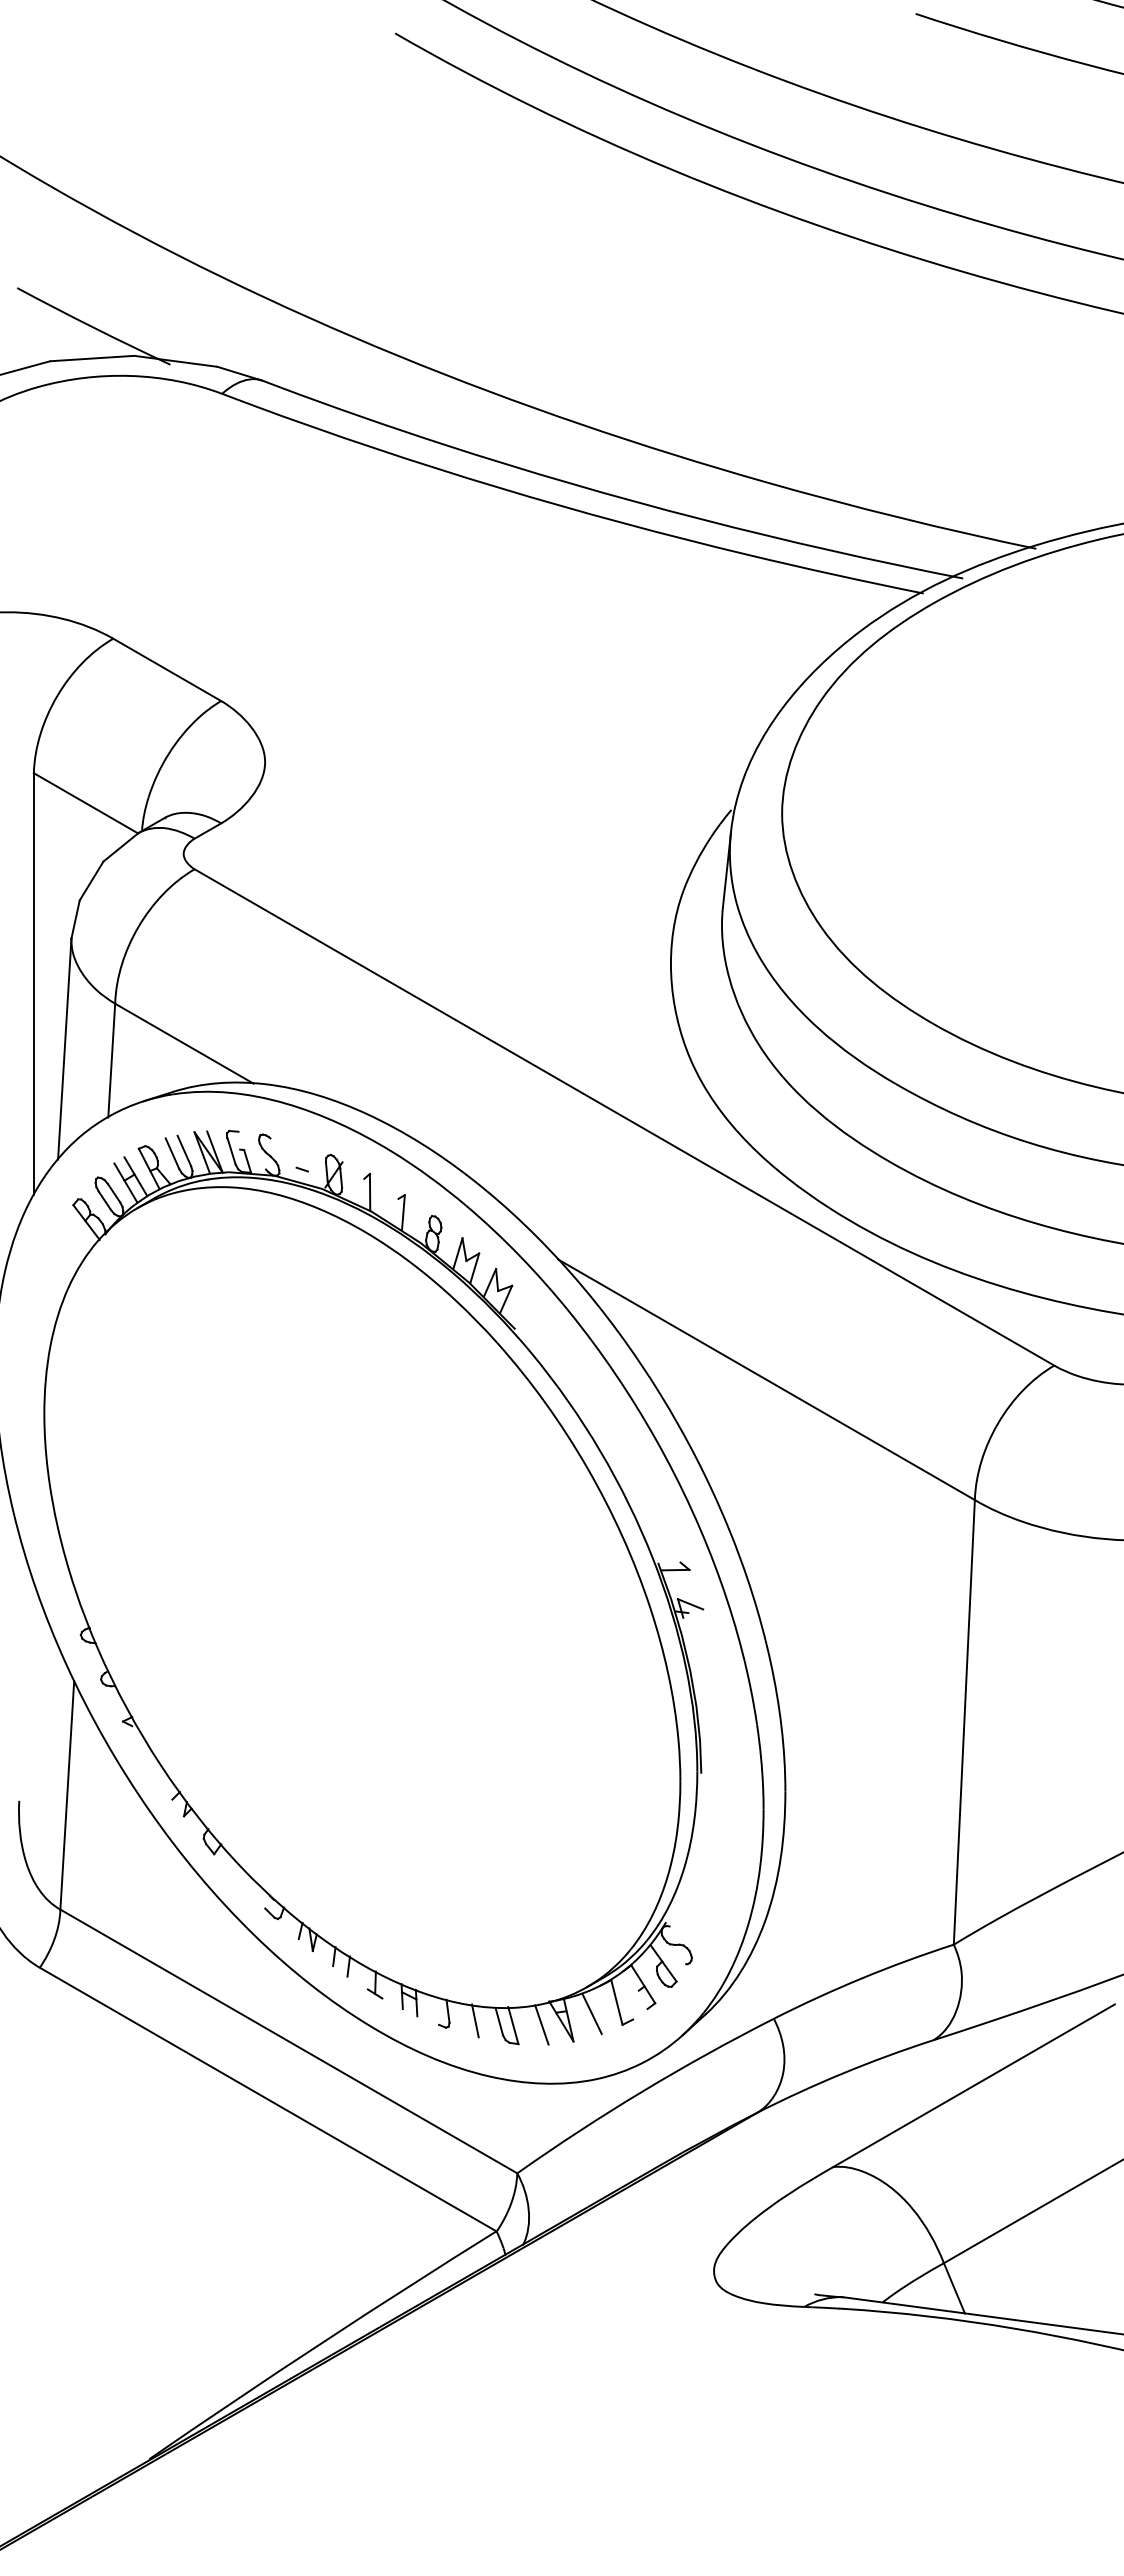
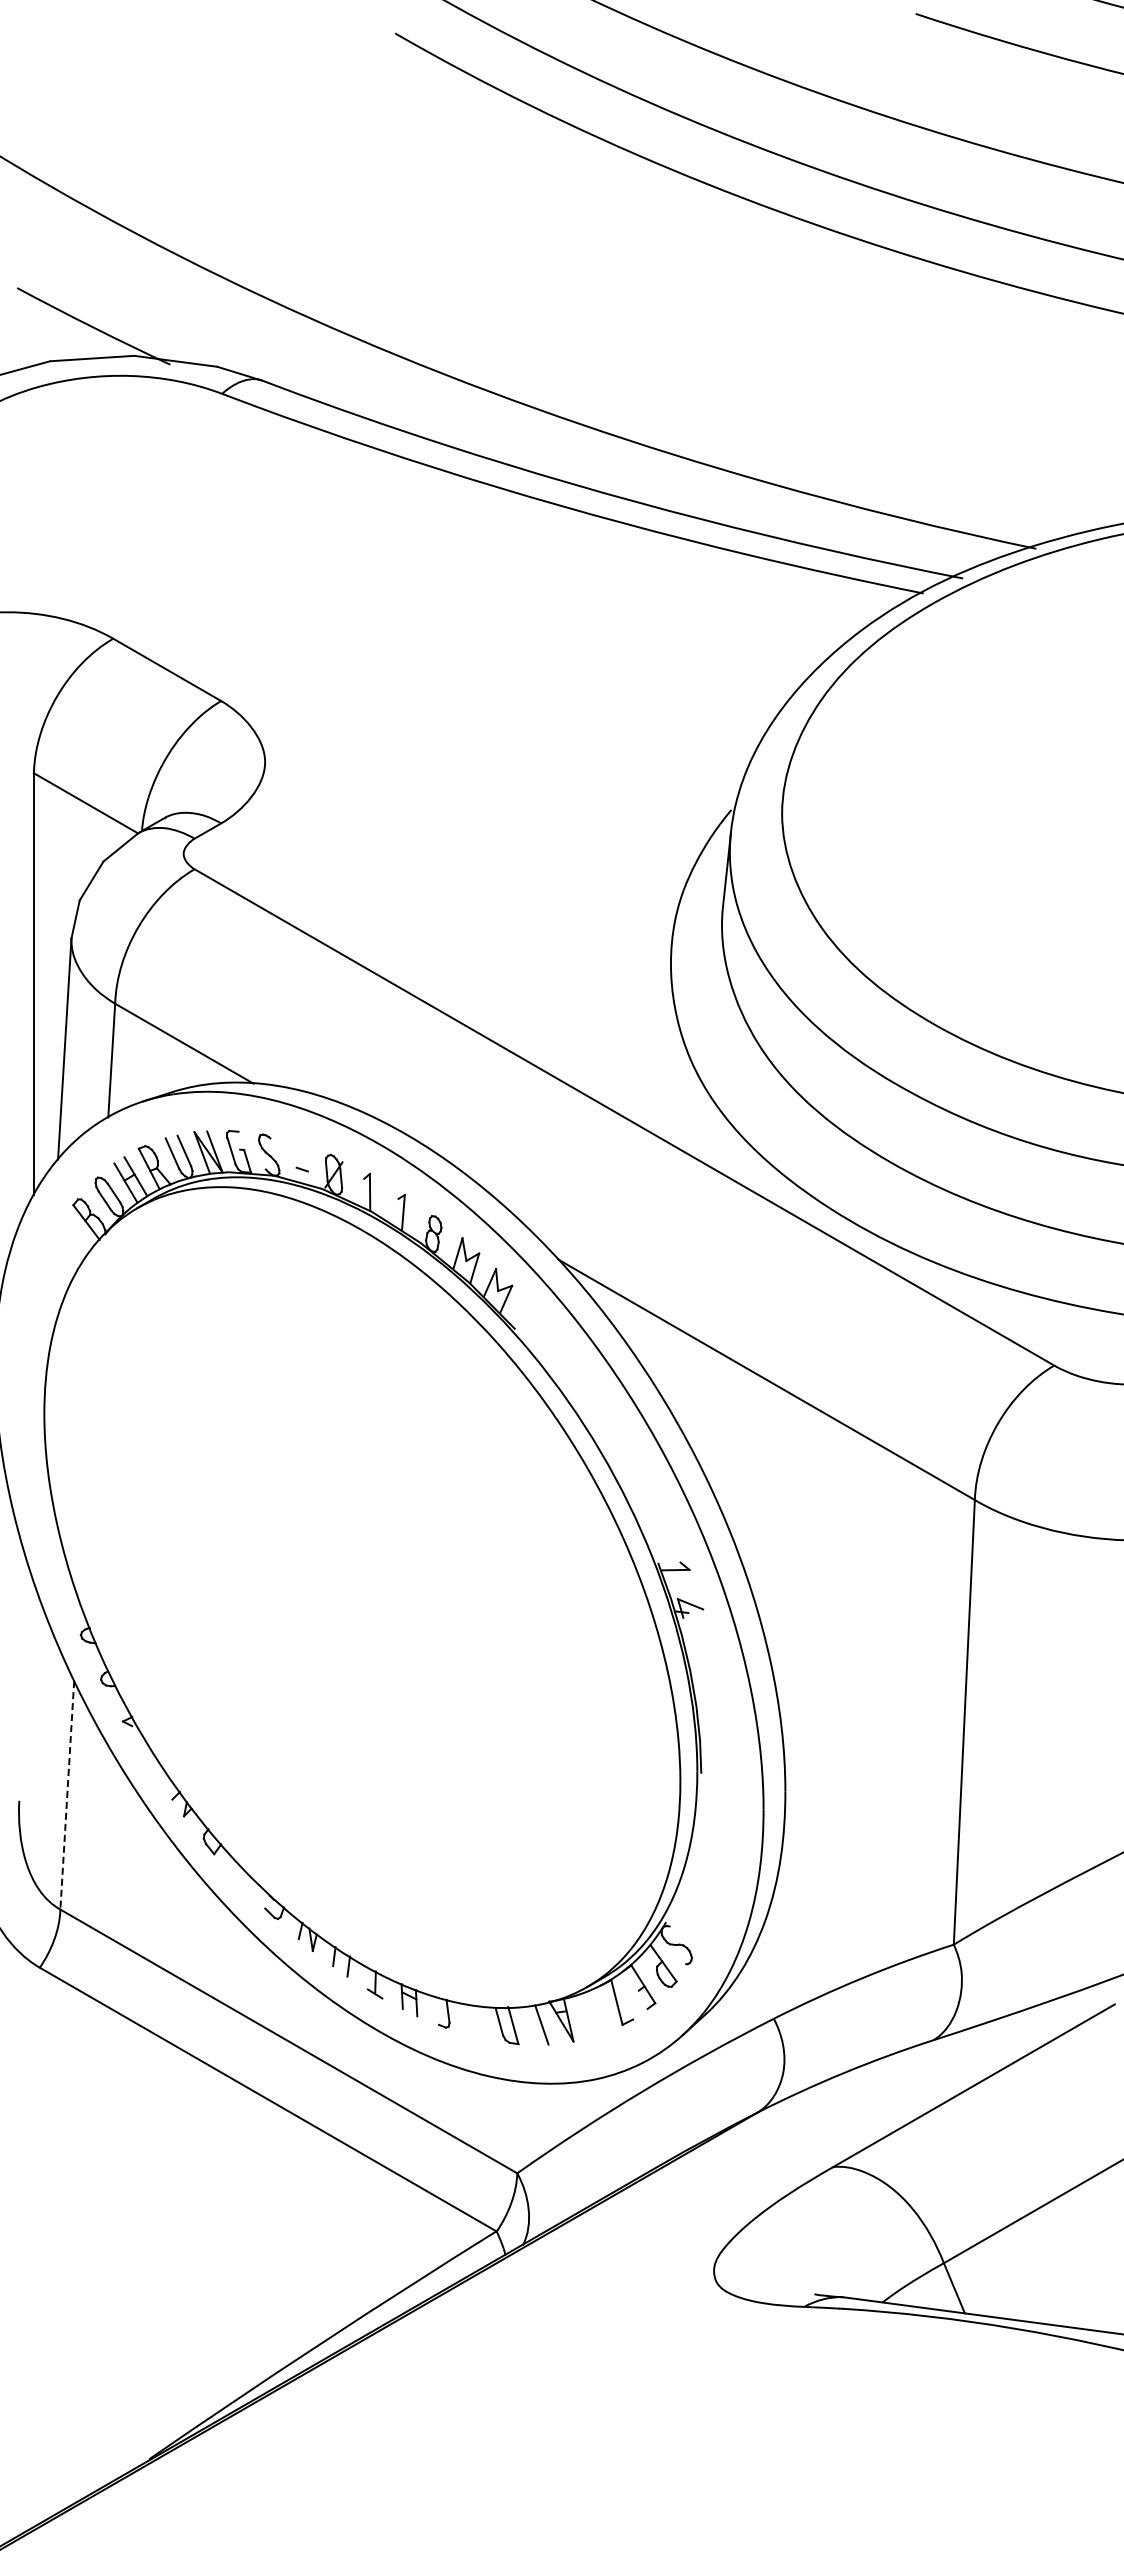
line at (67, 1795): solid -> dashed
line at (591, 2013): present -> none
line at (475, 2020): present -> none
